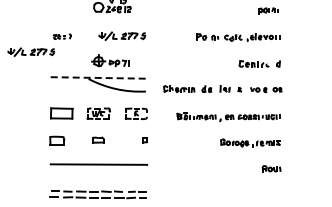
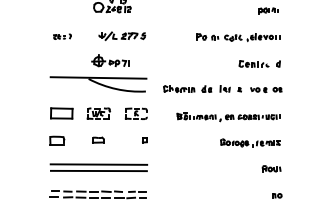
part at (31, 52): present -> none
line at (98, 77): dashed -> solid
line at (98, 170): none -> present
part at (277, 195): none -> present
